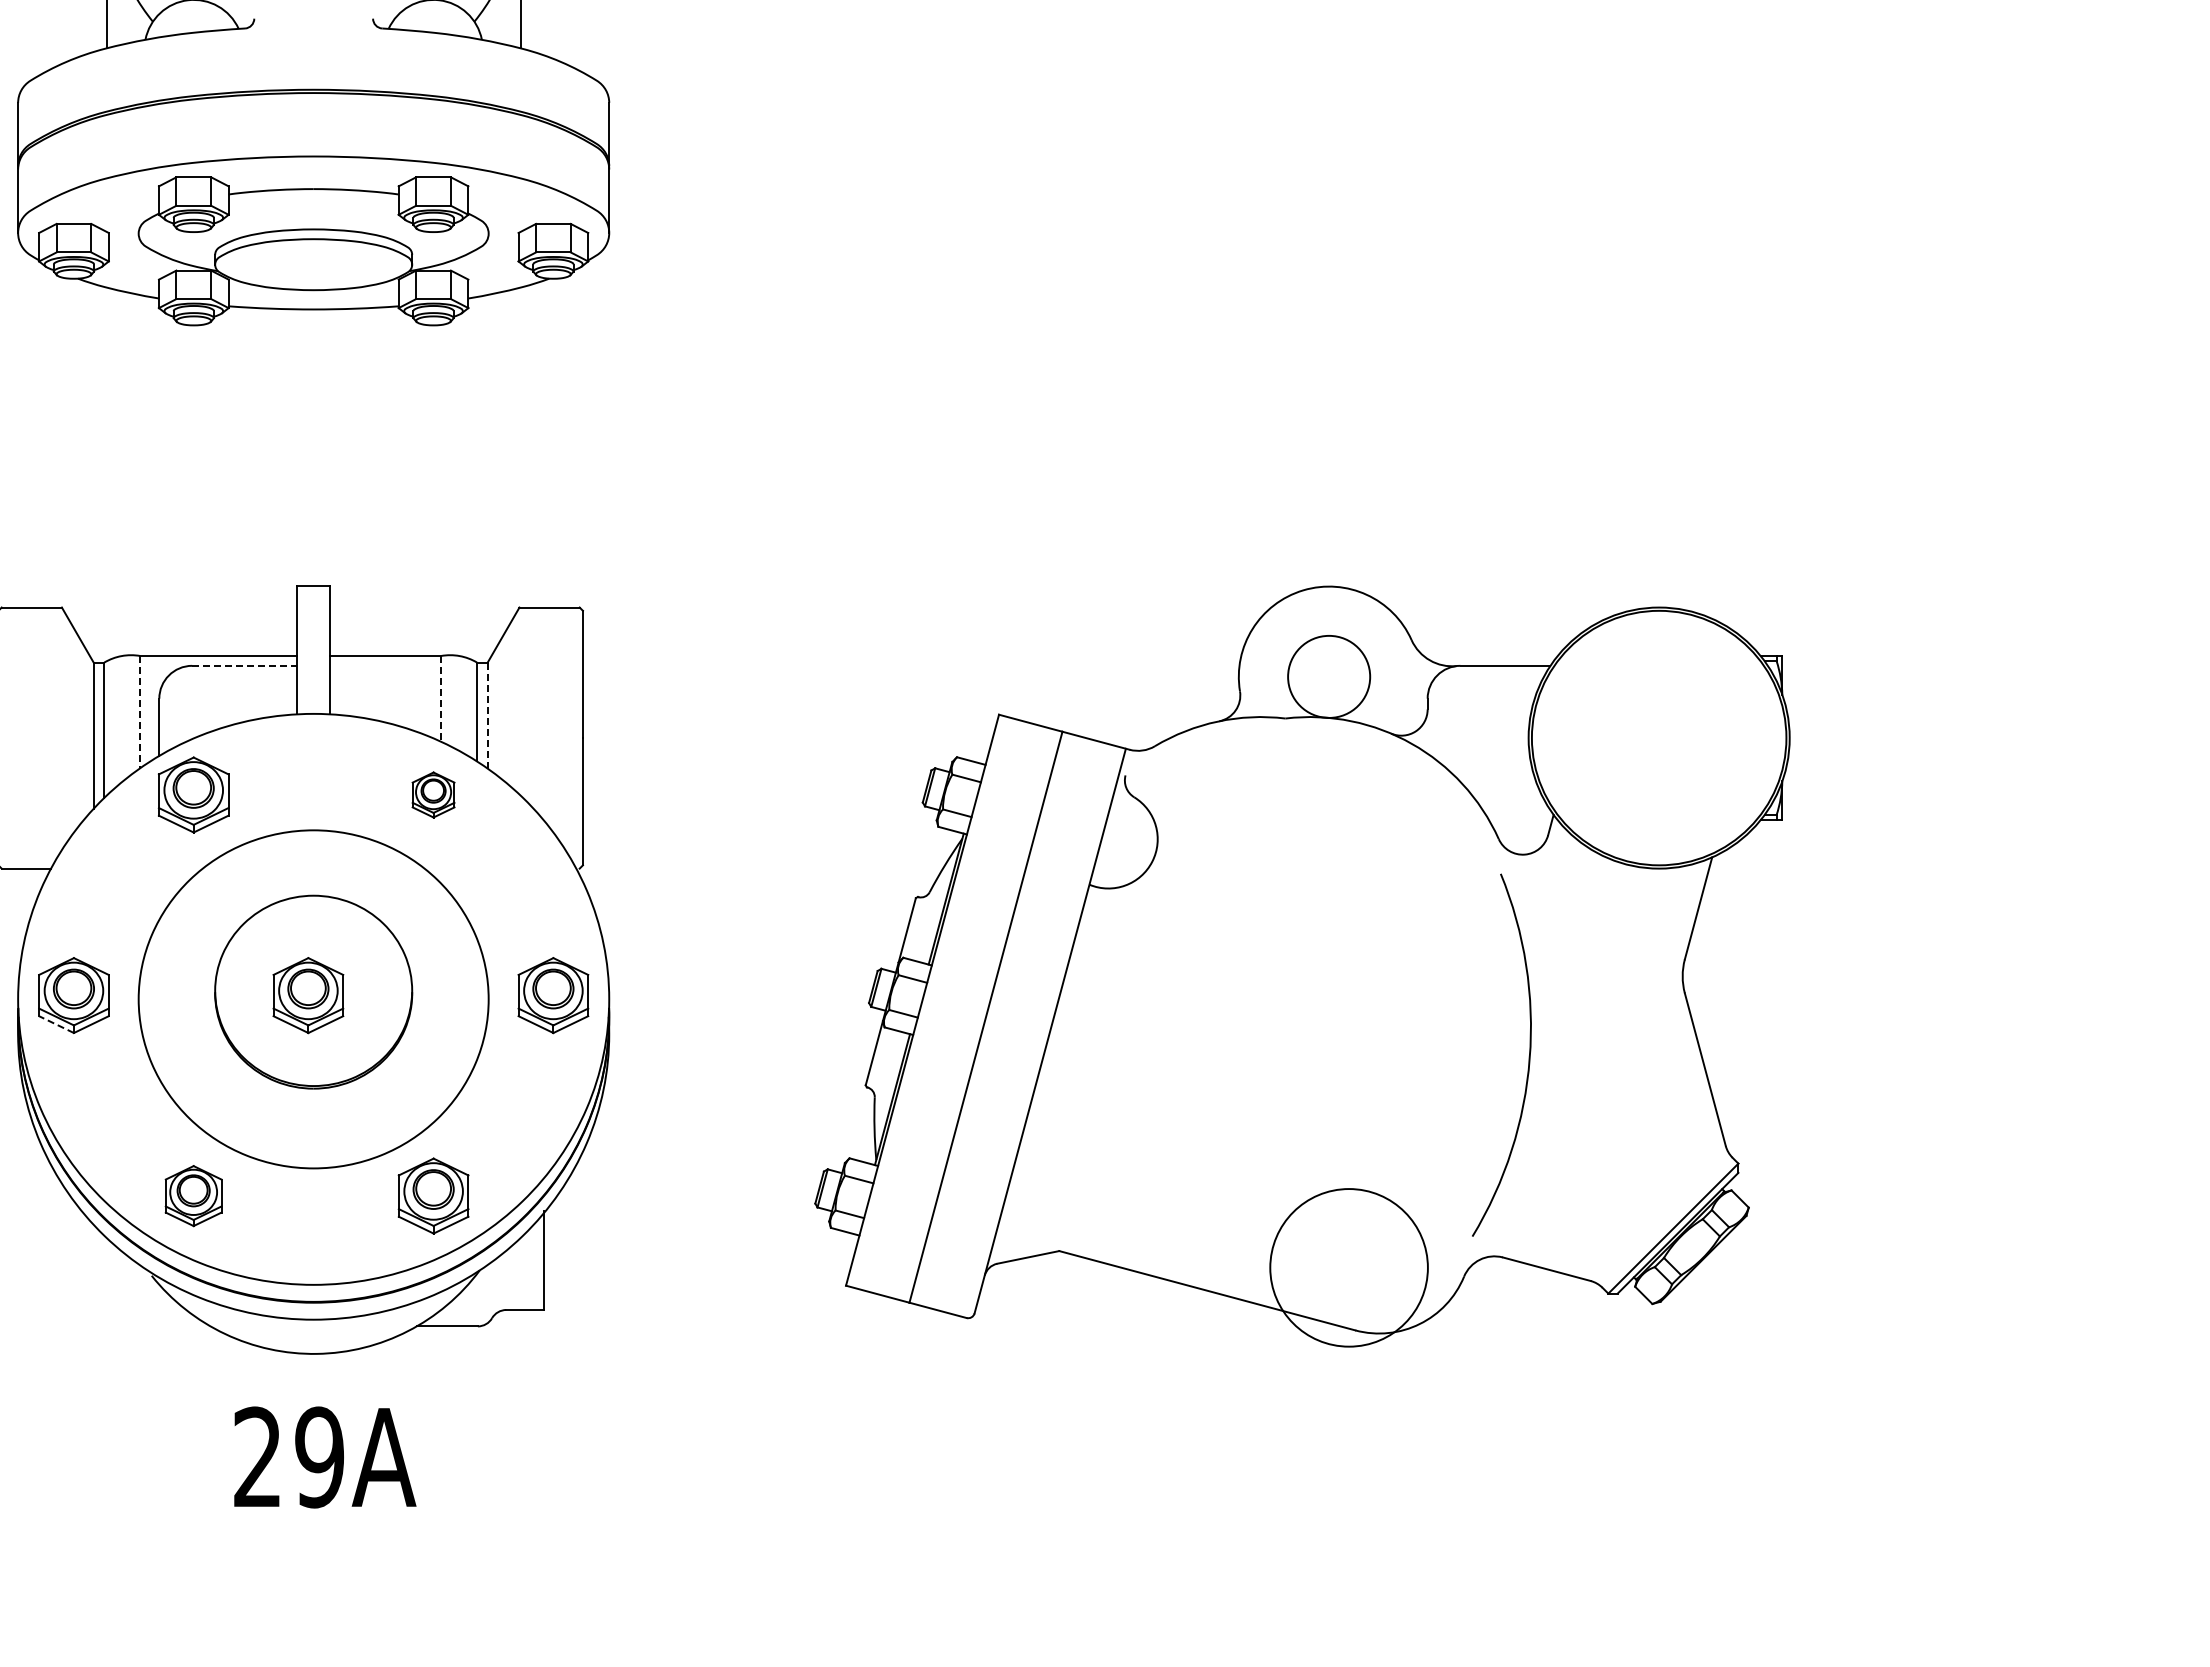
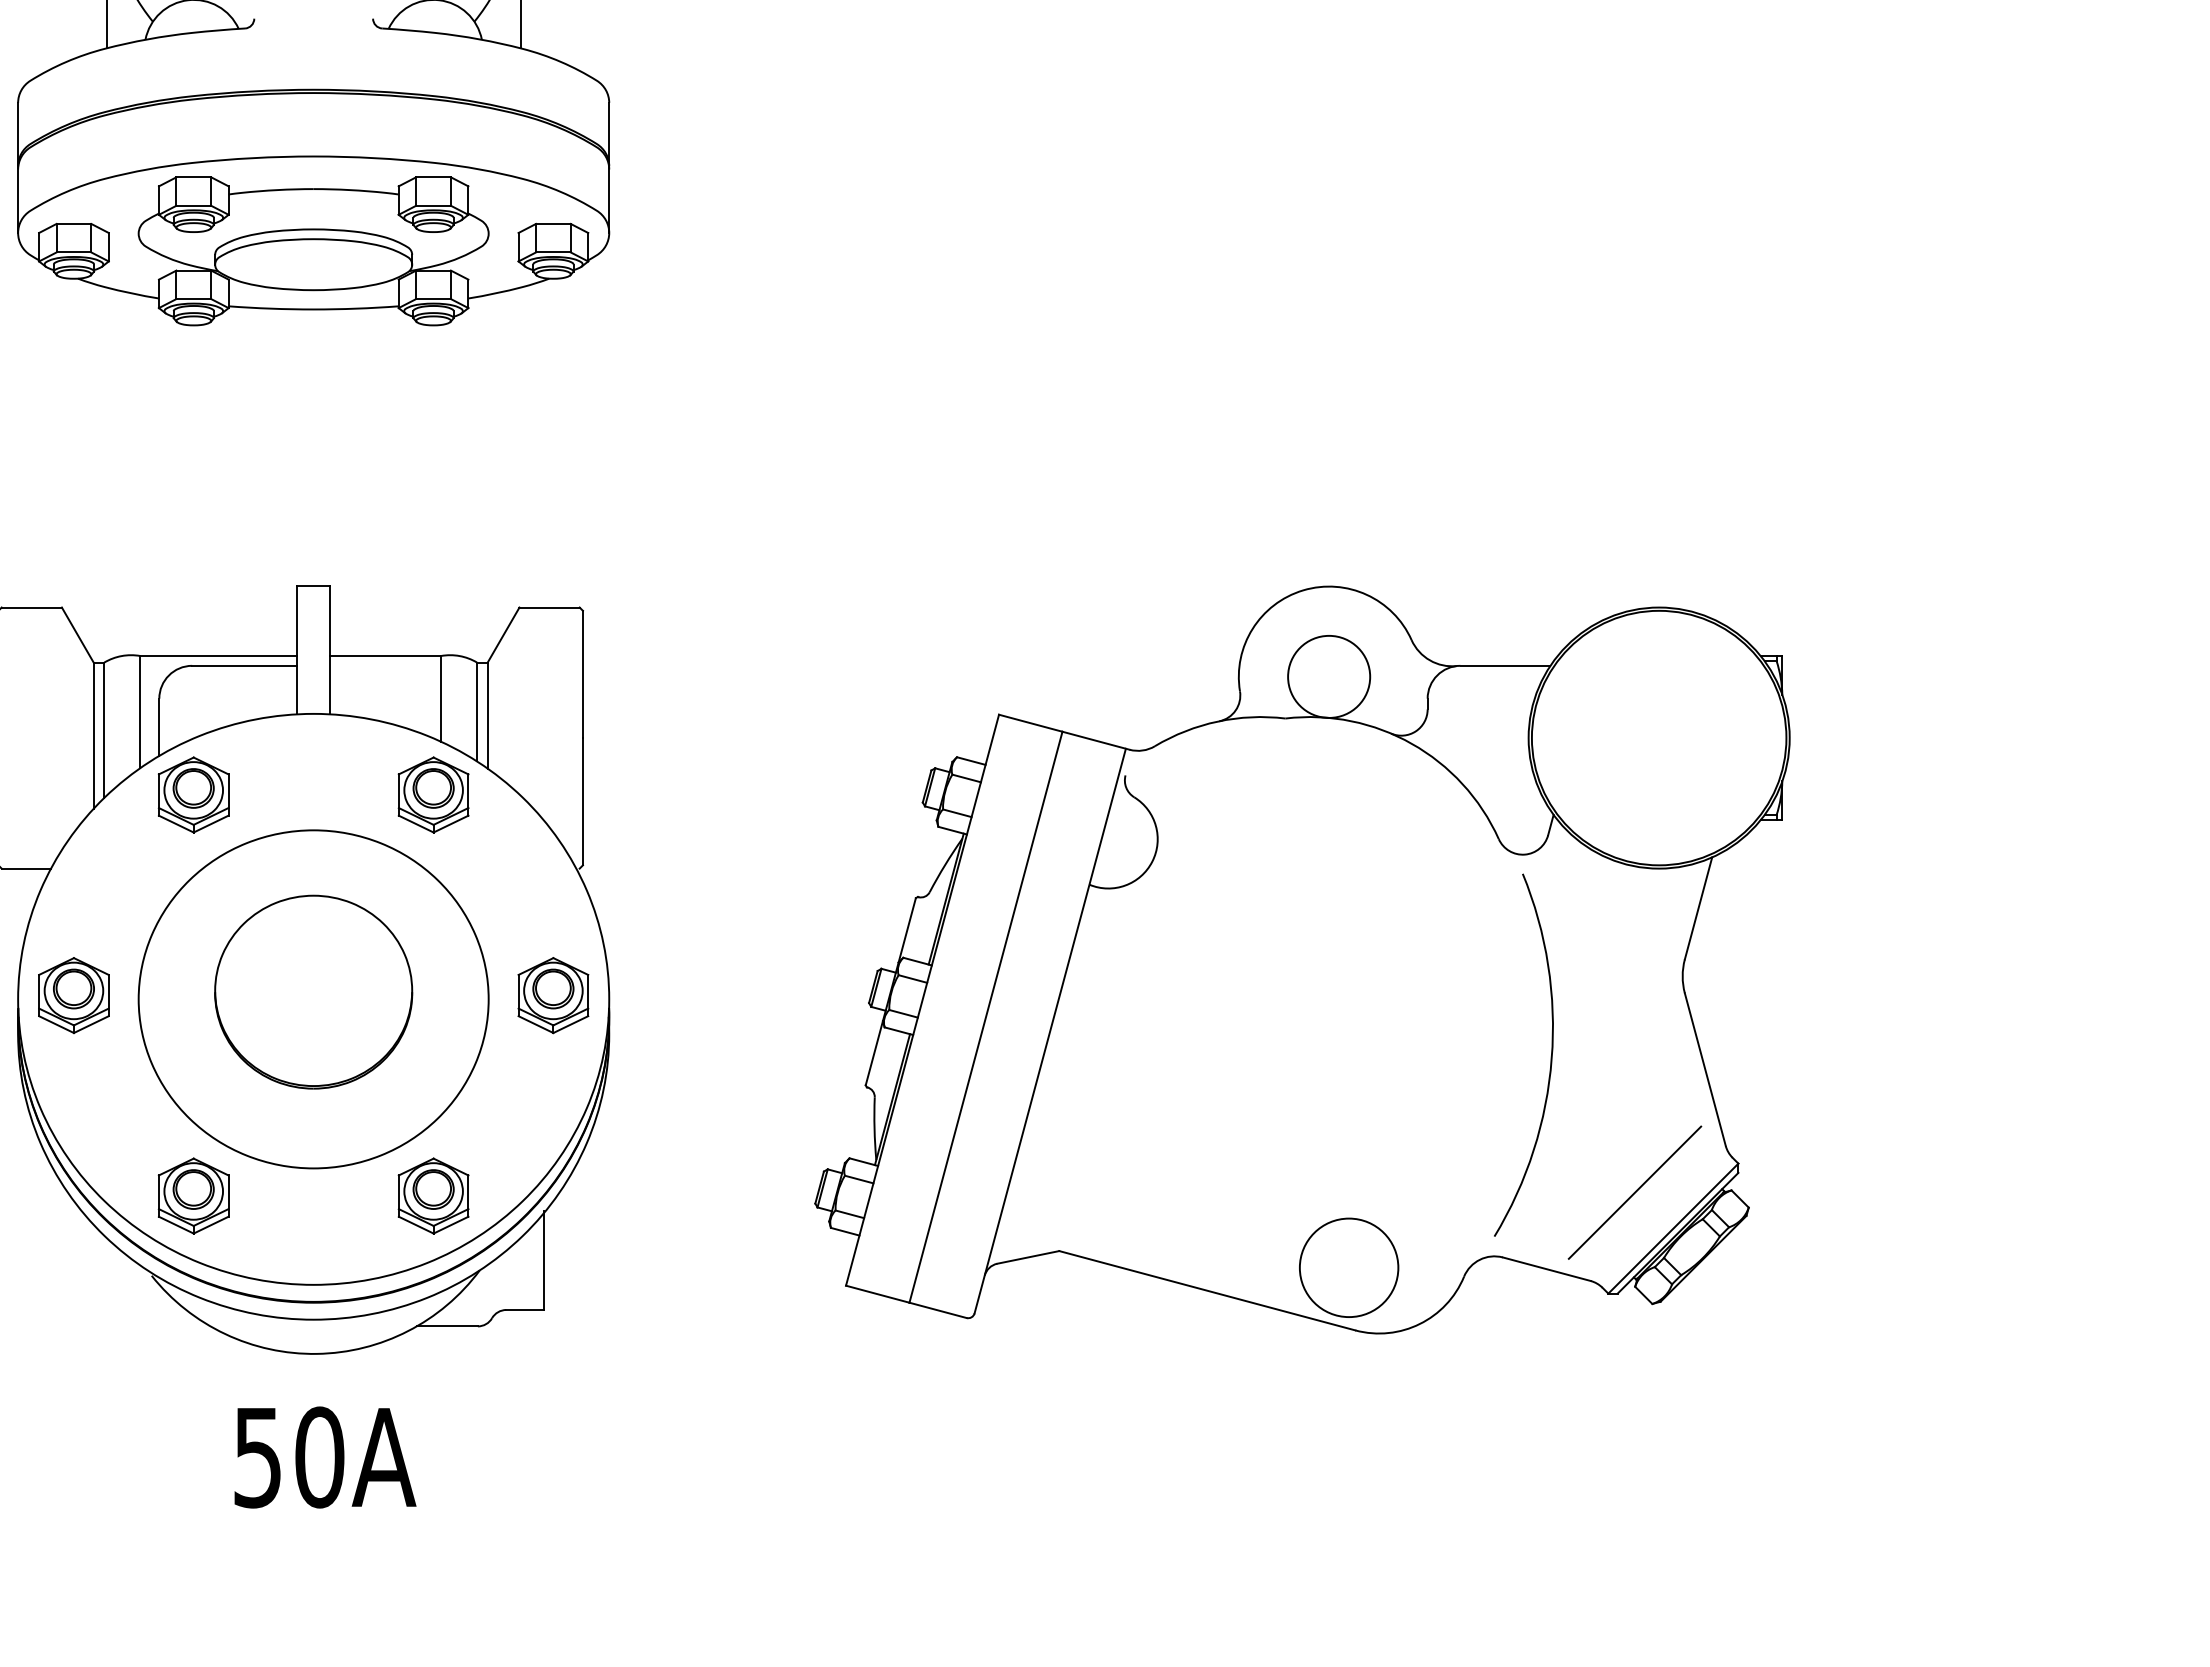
line at (244, 665): dashed -> solid
line at (441, 698): dashed -> solid
line at (140, 712): dashed -> solid
line at (487, 716): dashed -> solid
part at (433, 794) size: 45x48 px -> 73x78 px
part at (308, 995): present -> none
line at (56, 1024): dashed -> solid
arc at (1528, 1056) position: (1528, 1056) -> (1550, 1056)
line at (1634, 1192): none -> present
part at (193, 1196) size: 59x63 px -> 73x78 px
circle at (1348, 1267) diameter: 158 px -> 99 px
text at (289, 1457): 29A -> 50A
